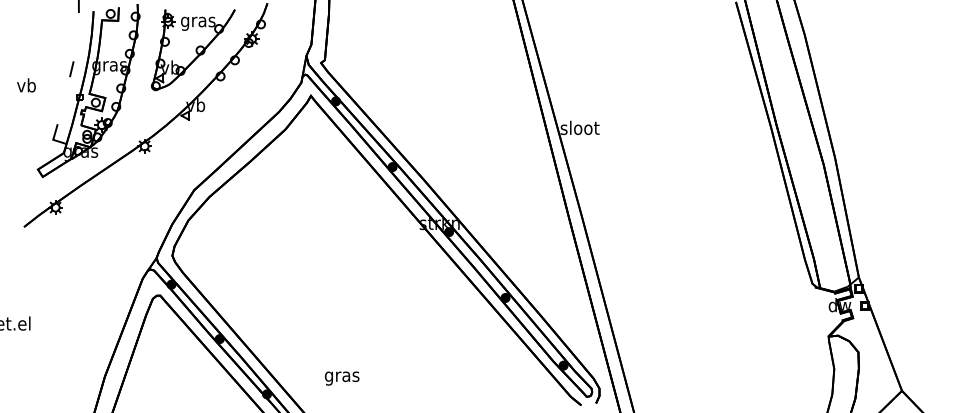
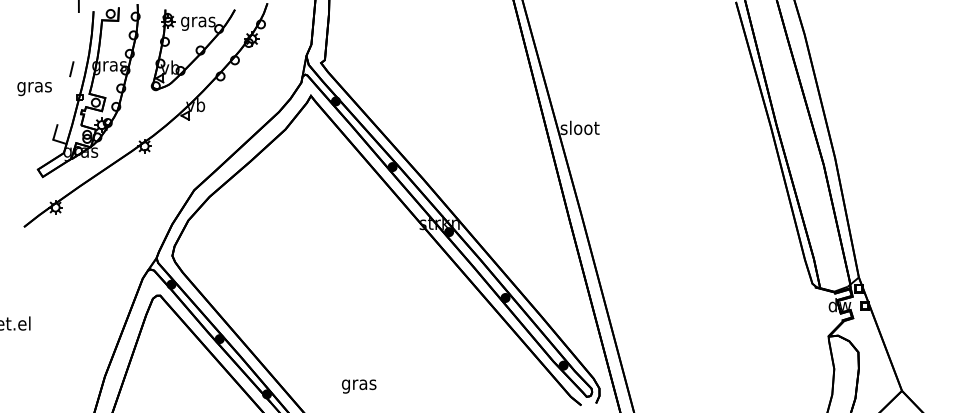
text at (34, 87): vb -> gras
text at (342, 378) position: (342, 378) -> (359, 386)
